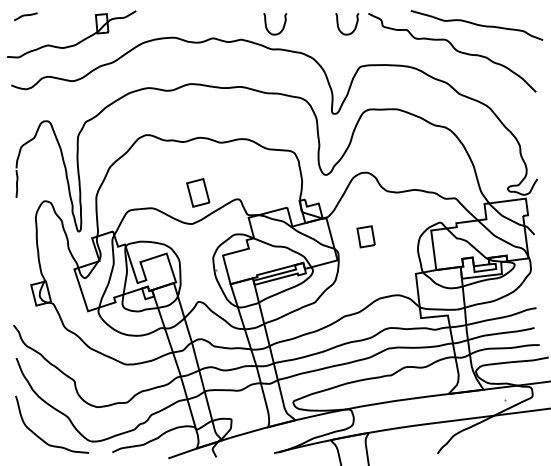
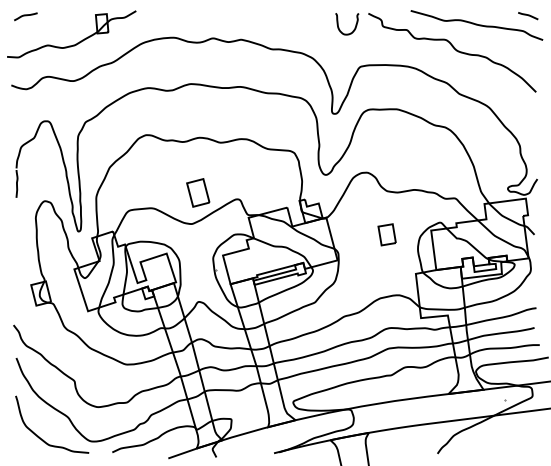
line at (528, 16): none -> present
curve at (282, 27): present -> none
part at (365, 236) position: (365, 236) -> (386, 234)
